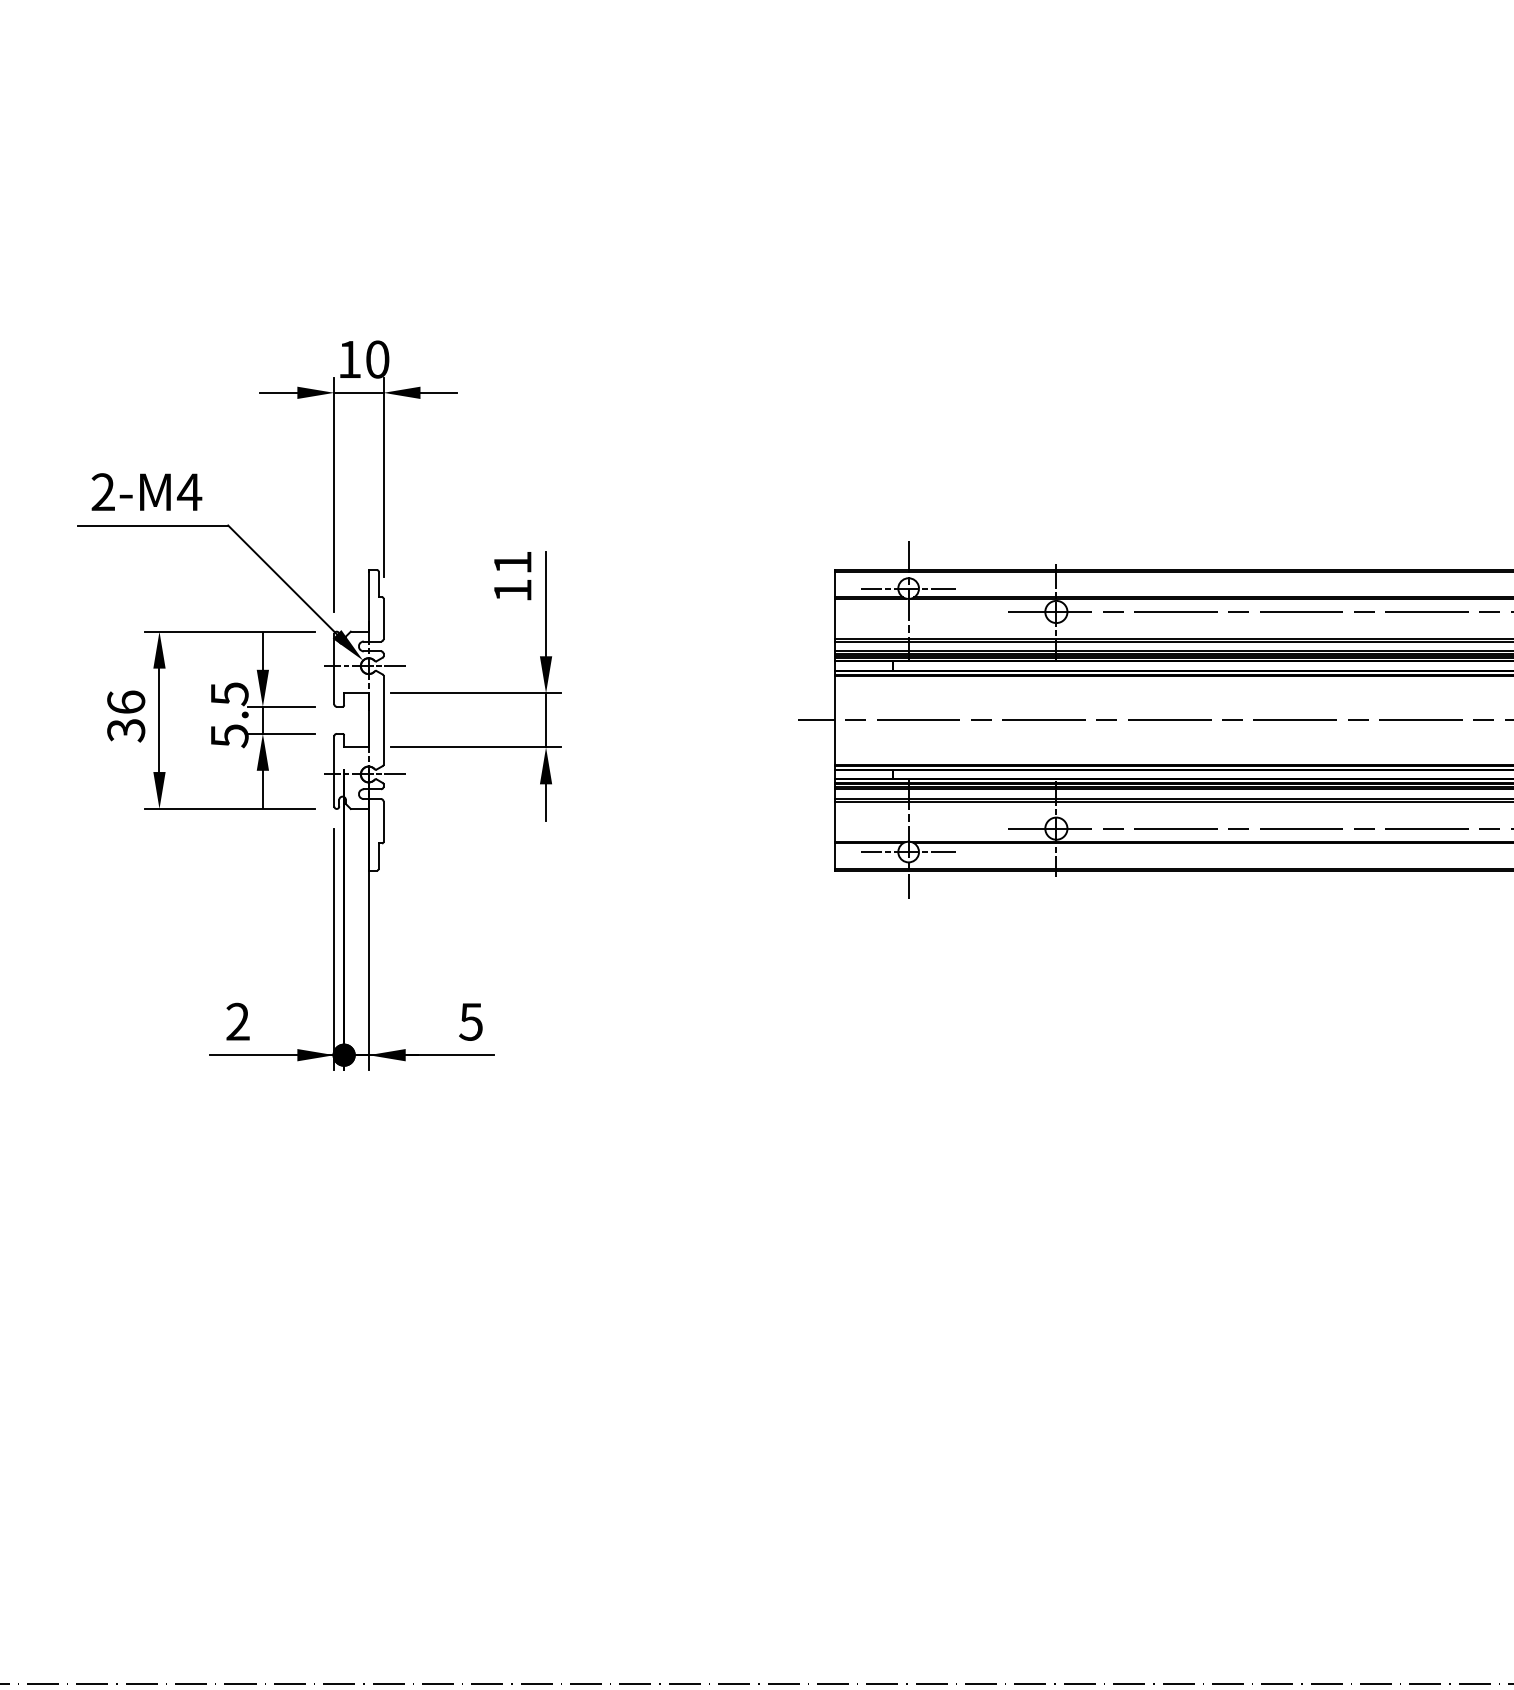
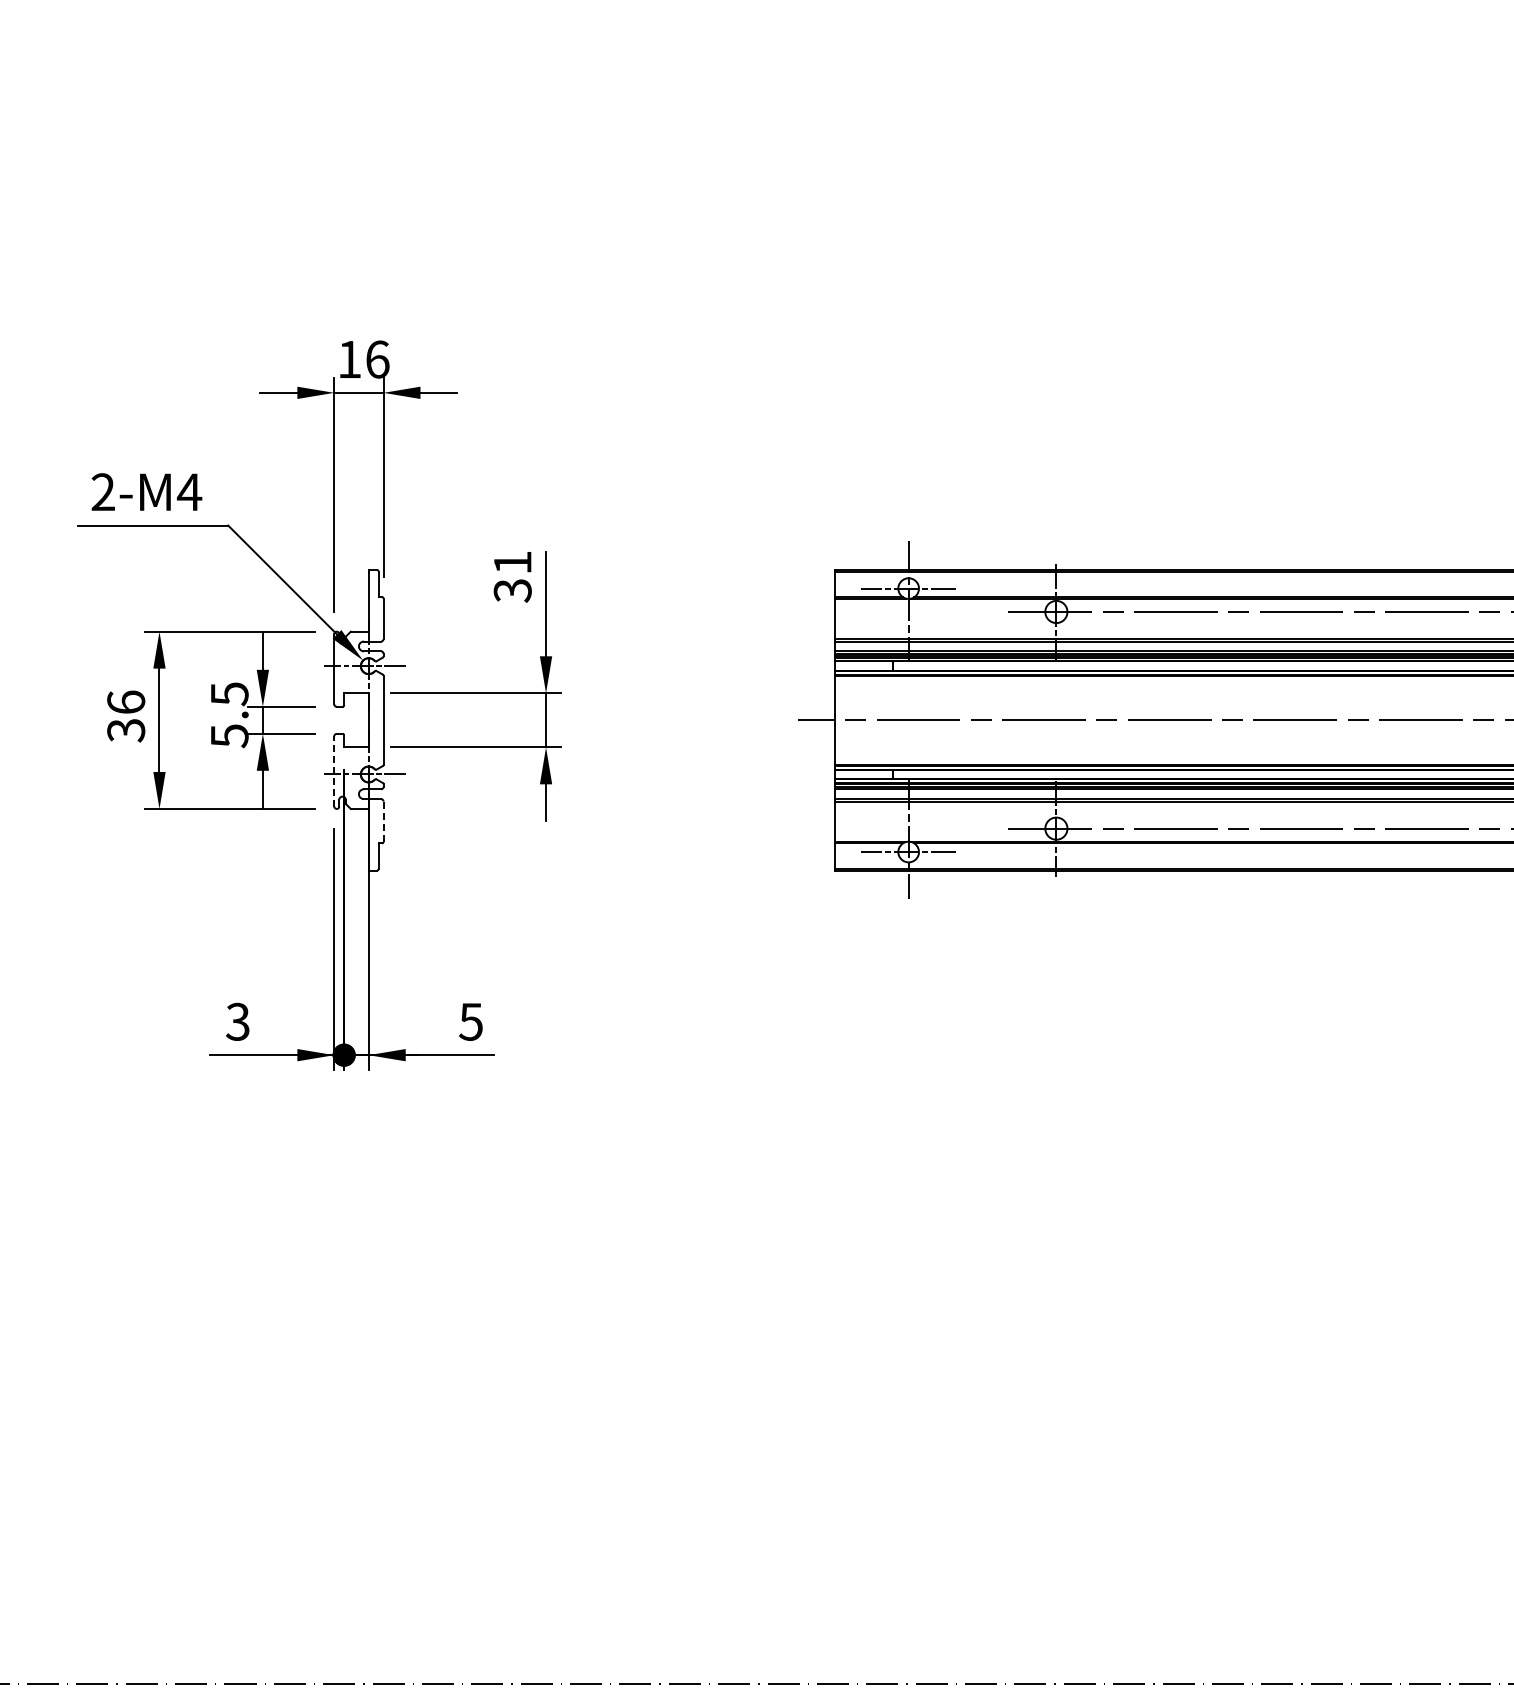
text at (377, 359): 10 -> 16
text at (512, 590): 11 -> 31
line at (334, 770): solid -> dashed
line at (383, 822): solid -> dashed
text at (237, 1021): 2 -> 3
